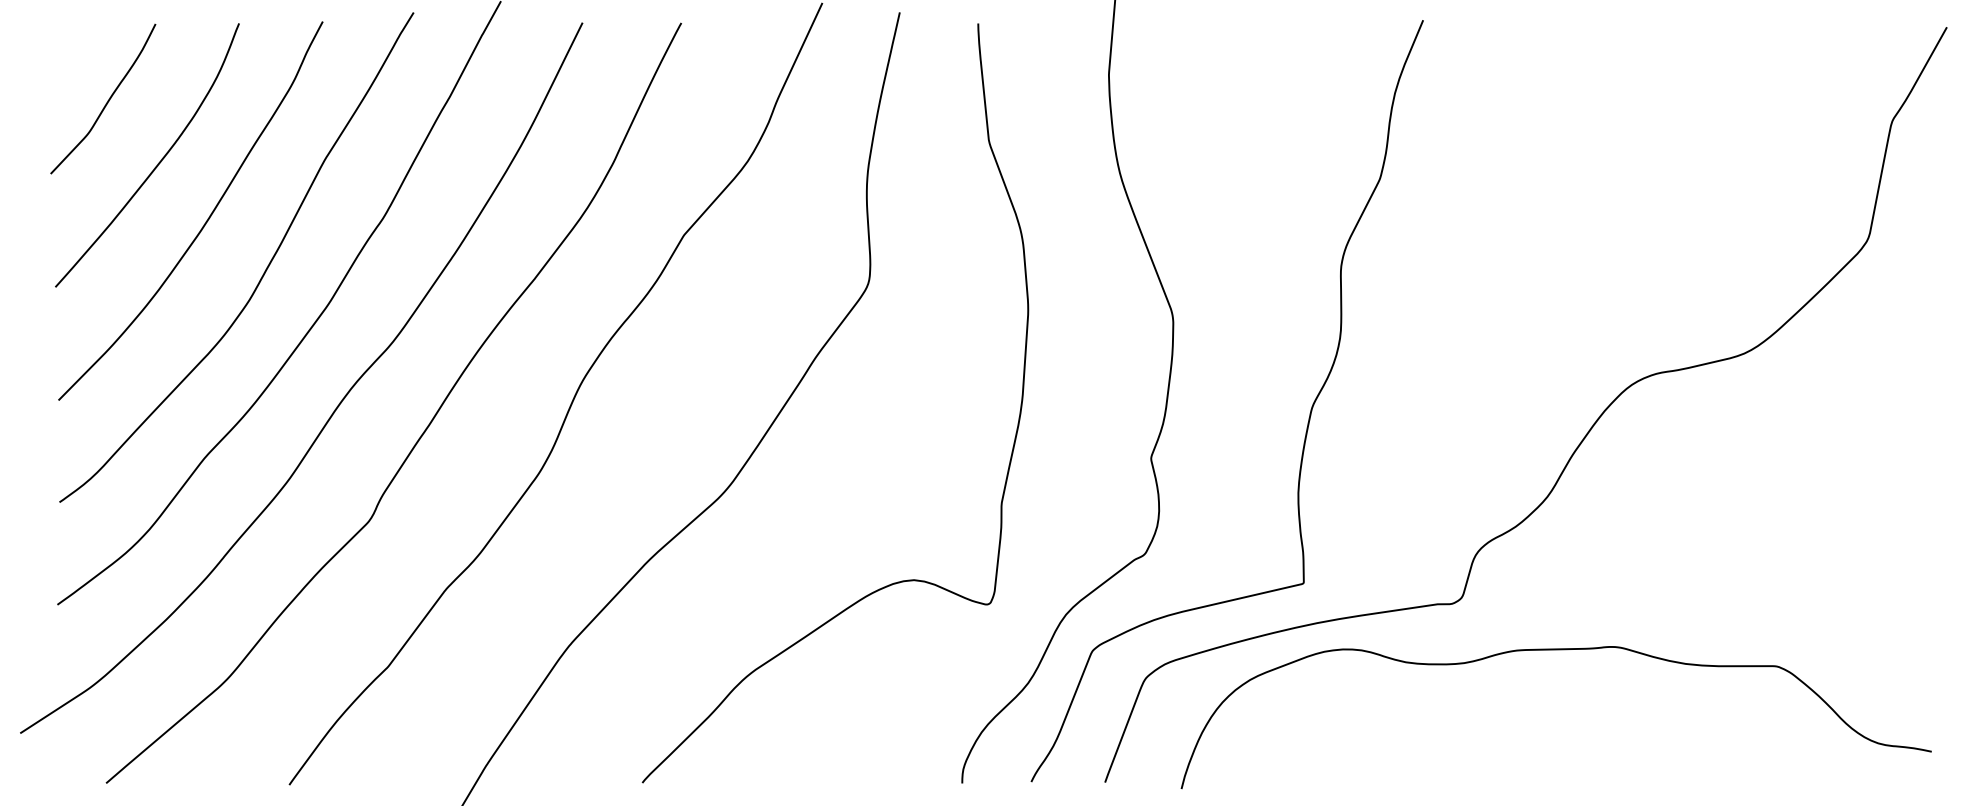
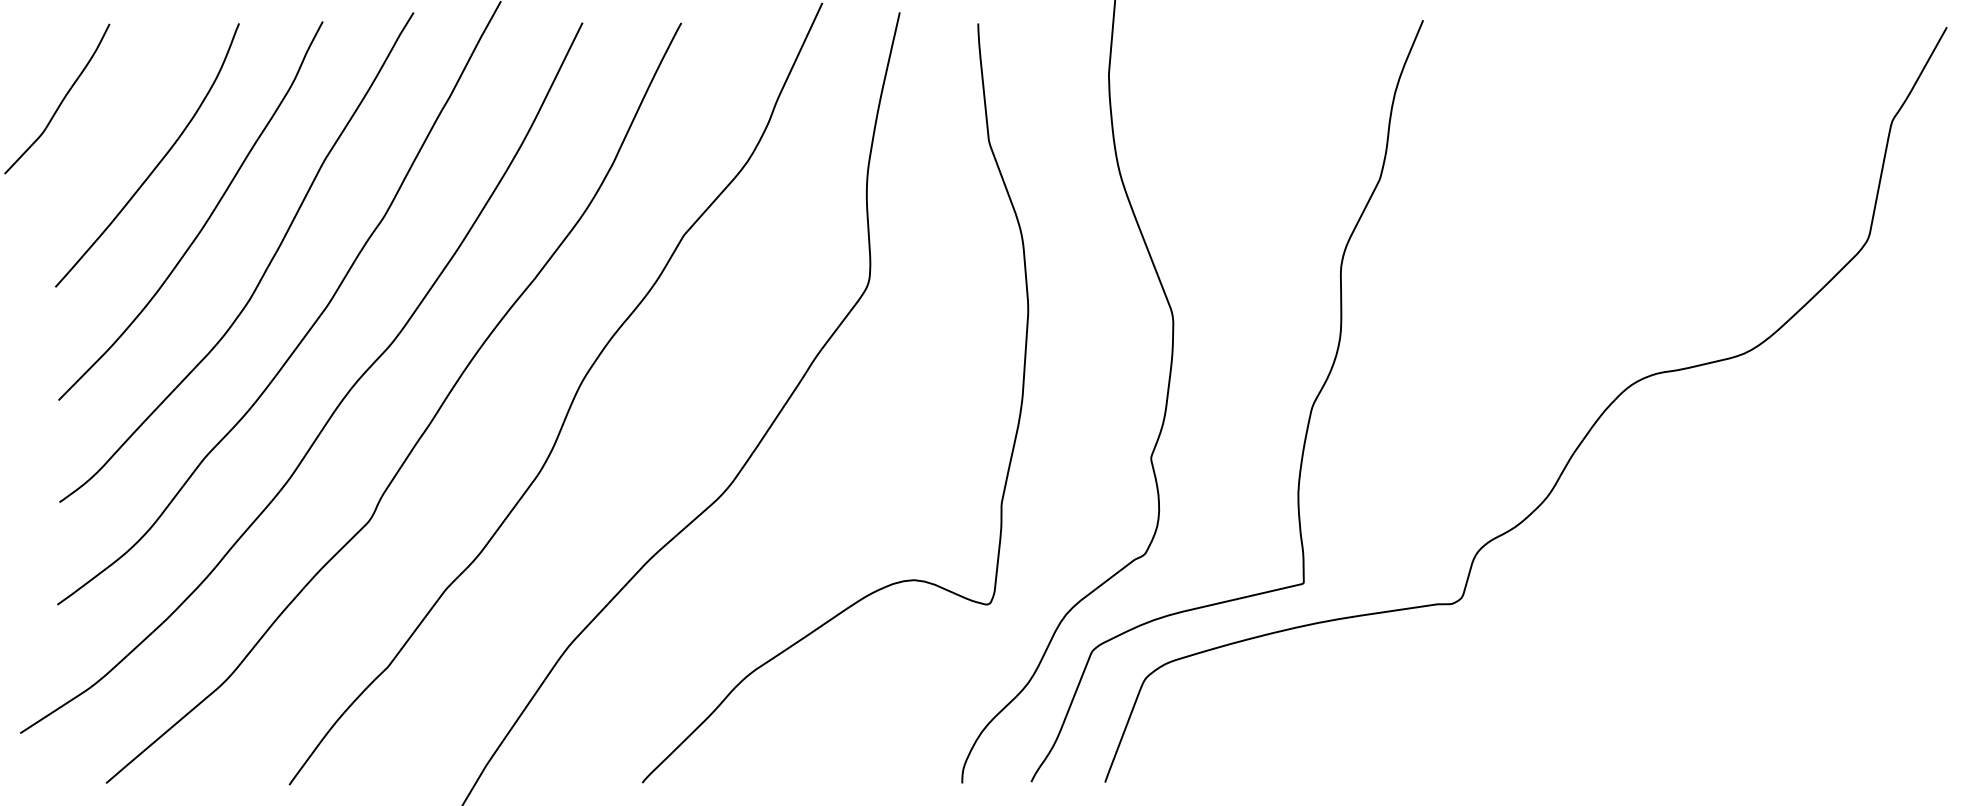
curve at (107, 100) position: (107, 100) -> (61, 100)
curve at (1555, 650): present -> none
